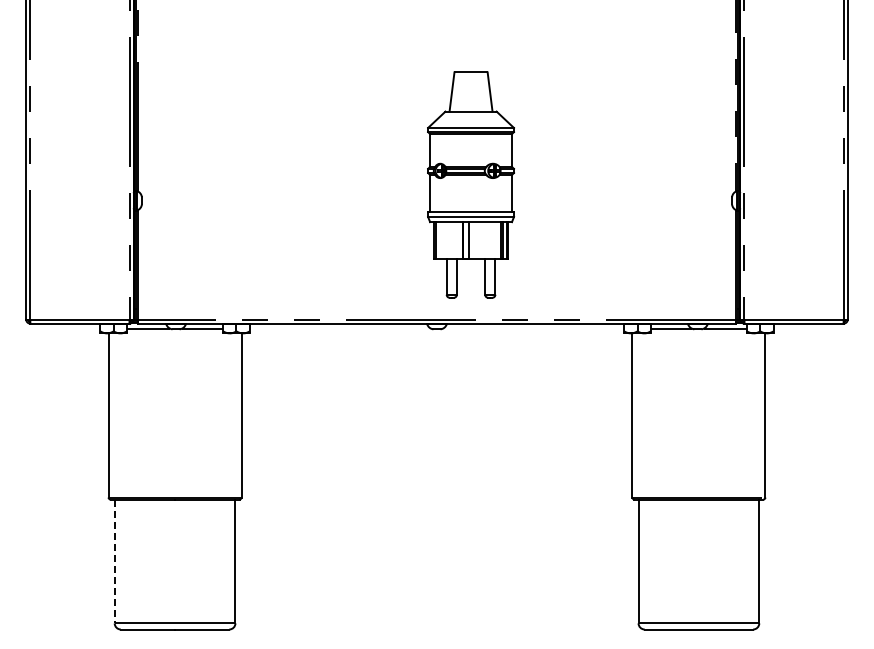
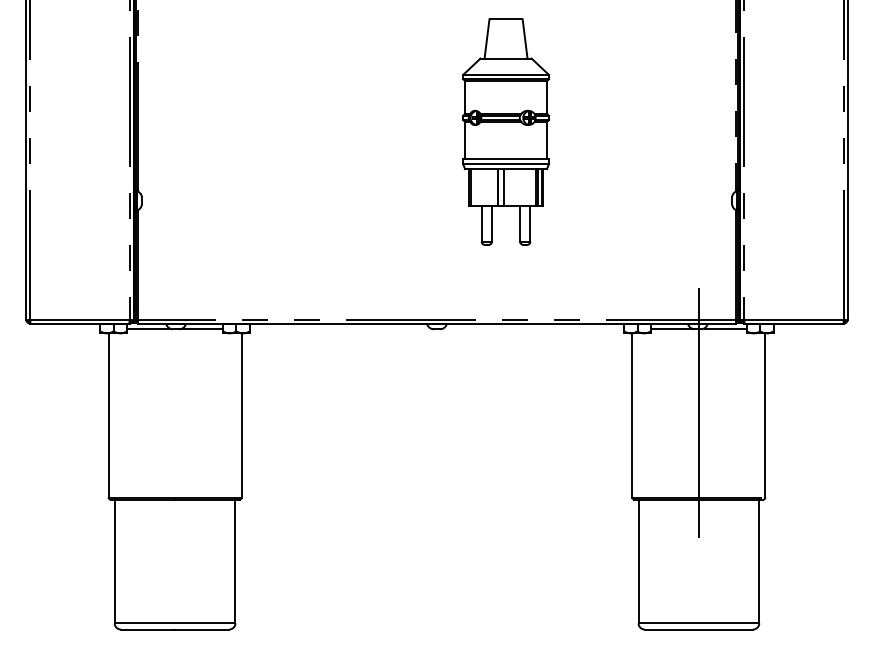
part at (470, 184) position: (470, 184) -> (505, 131)
line at (698, 412): none -> present
line at (114, 561): dashed -> solid
